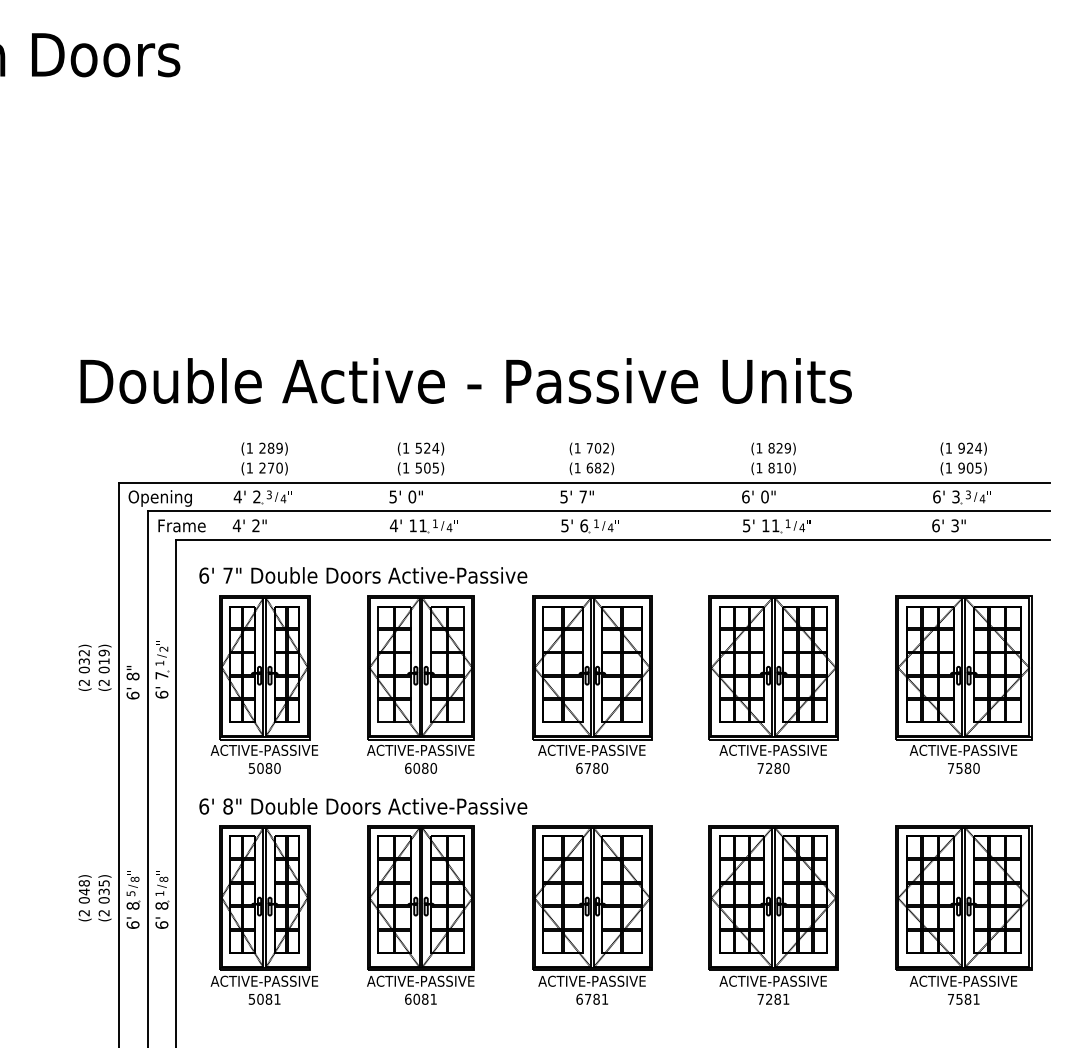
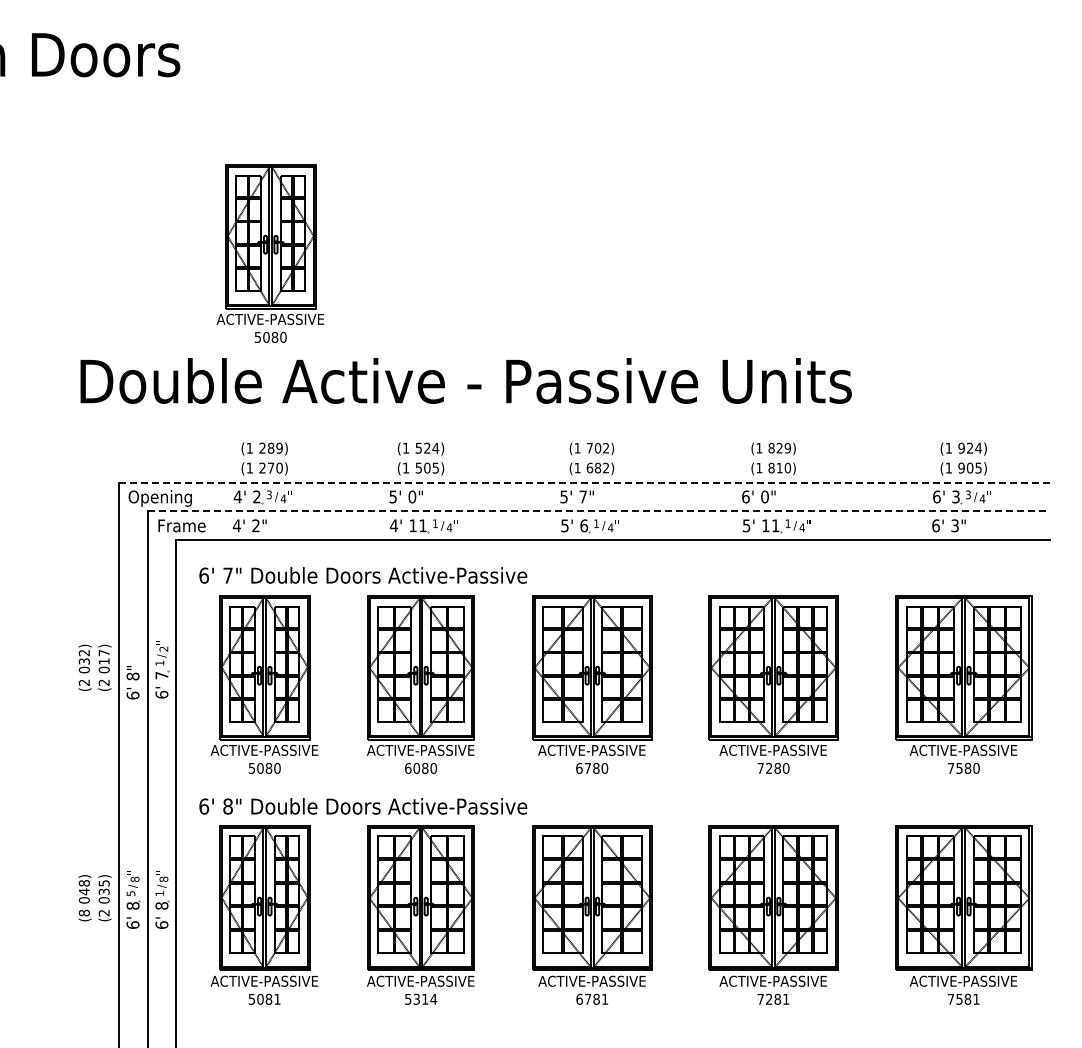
part at (270, 253): none -> present
line at (584, 482): solid -> dashed
line at (599, 511): solid -> dashed
text at (103, 652): 019) -> 017)
text at (84, 912): (2 -> (8
text at (421, 998): 6081 -> 5314
